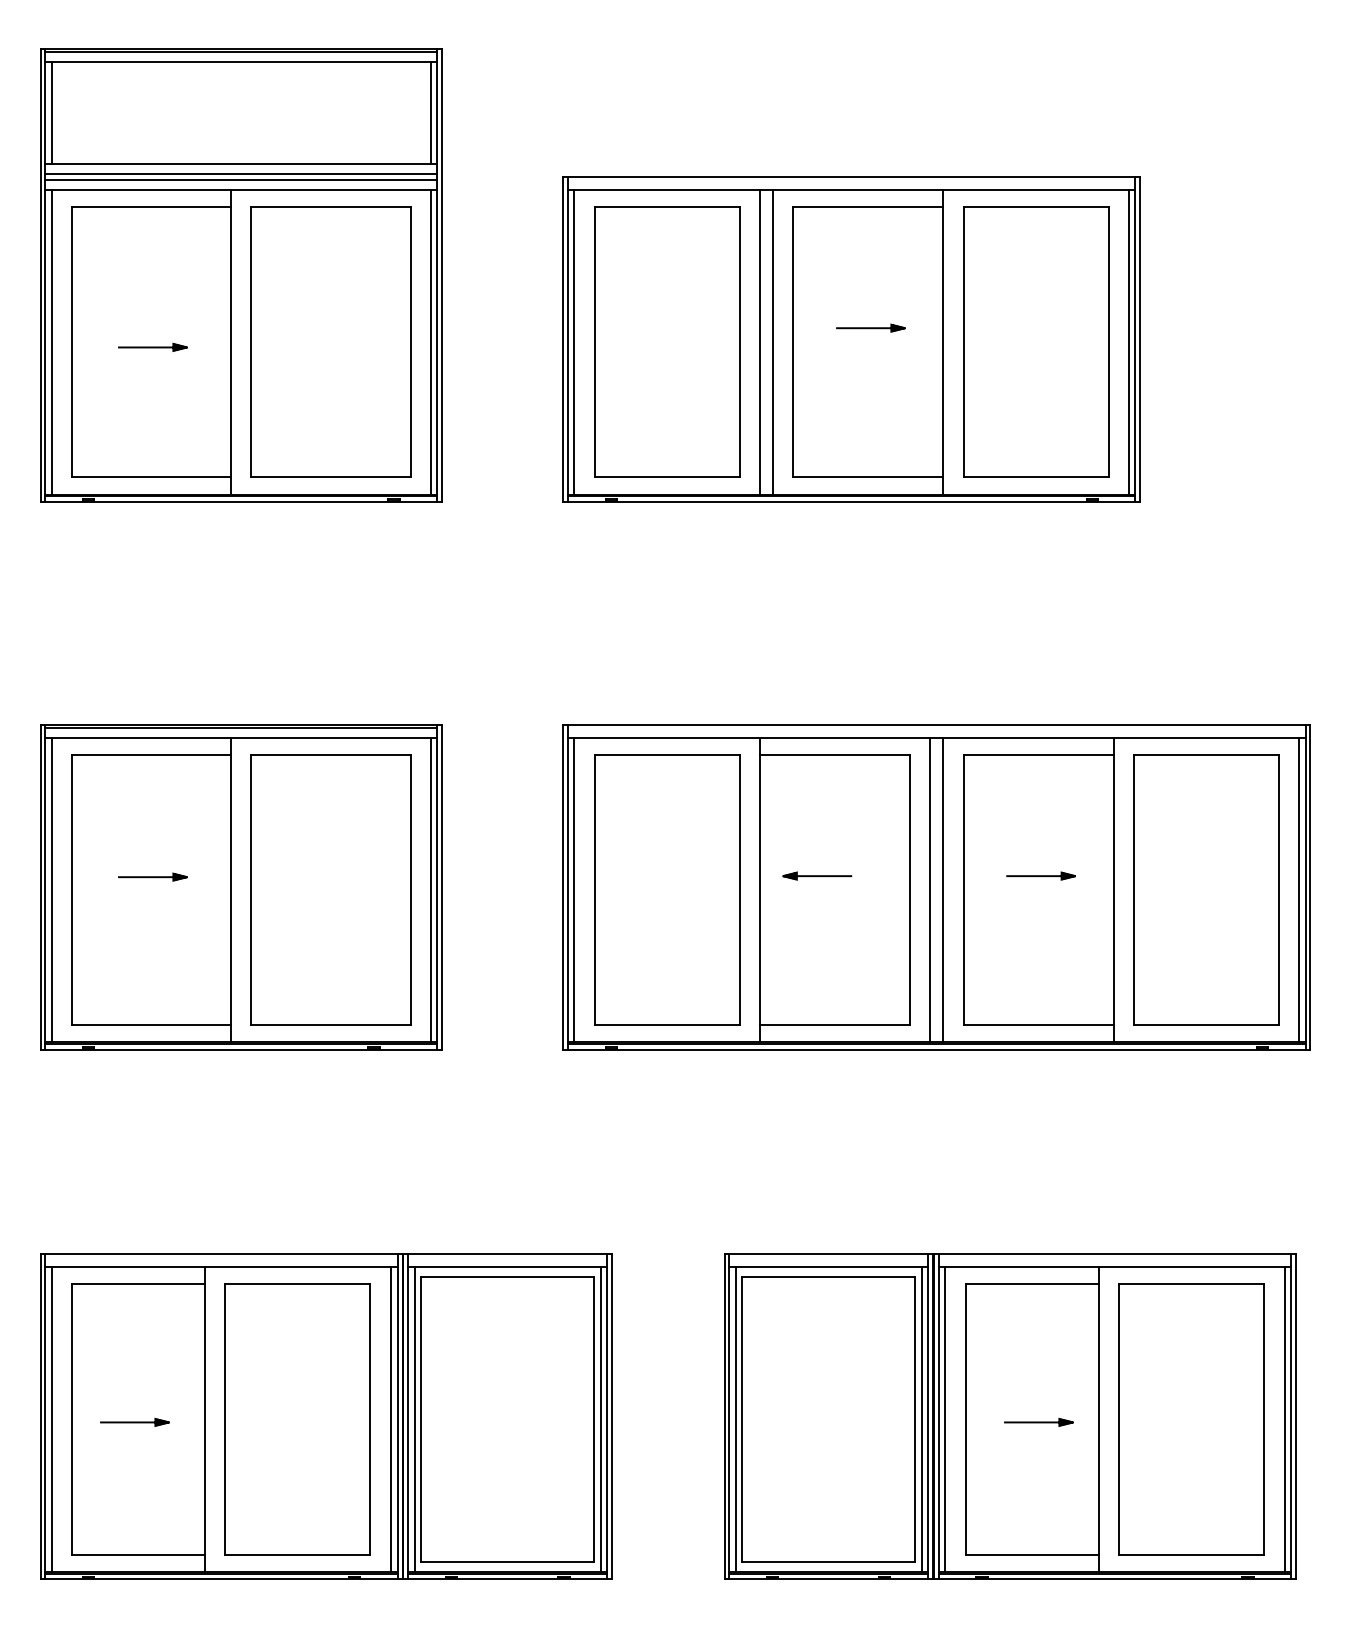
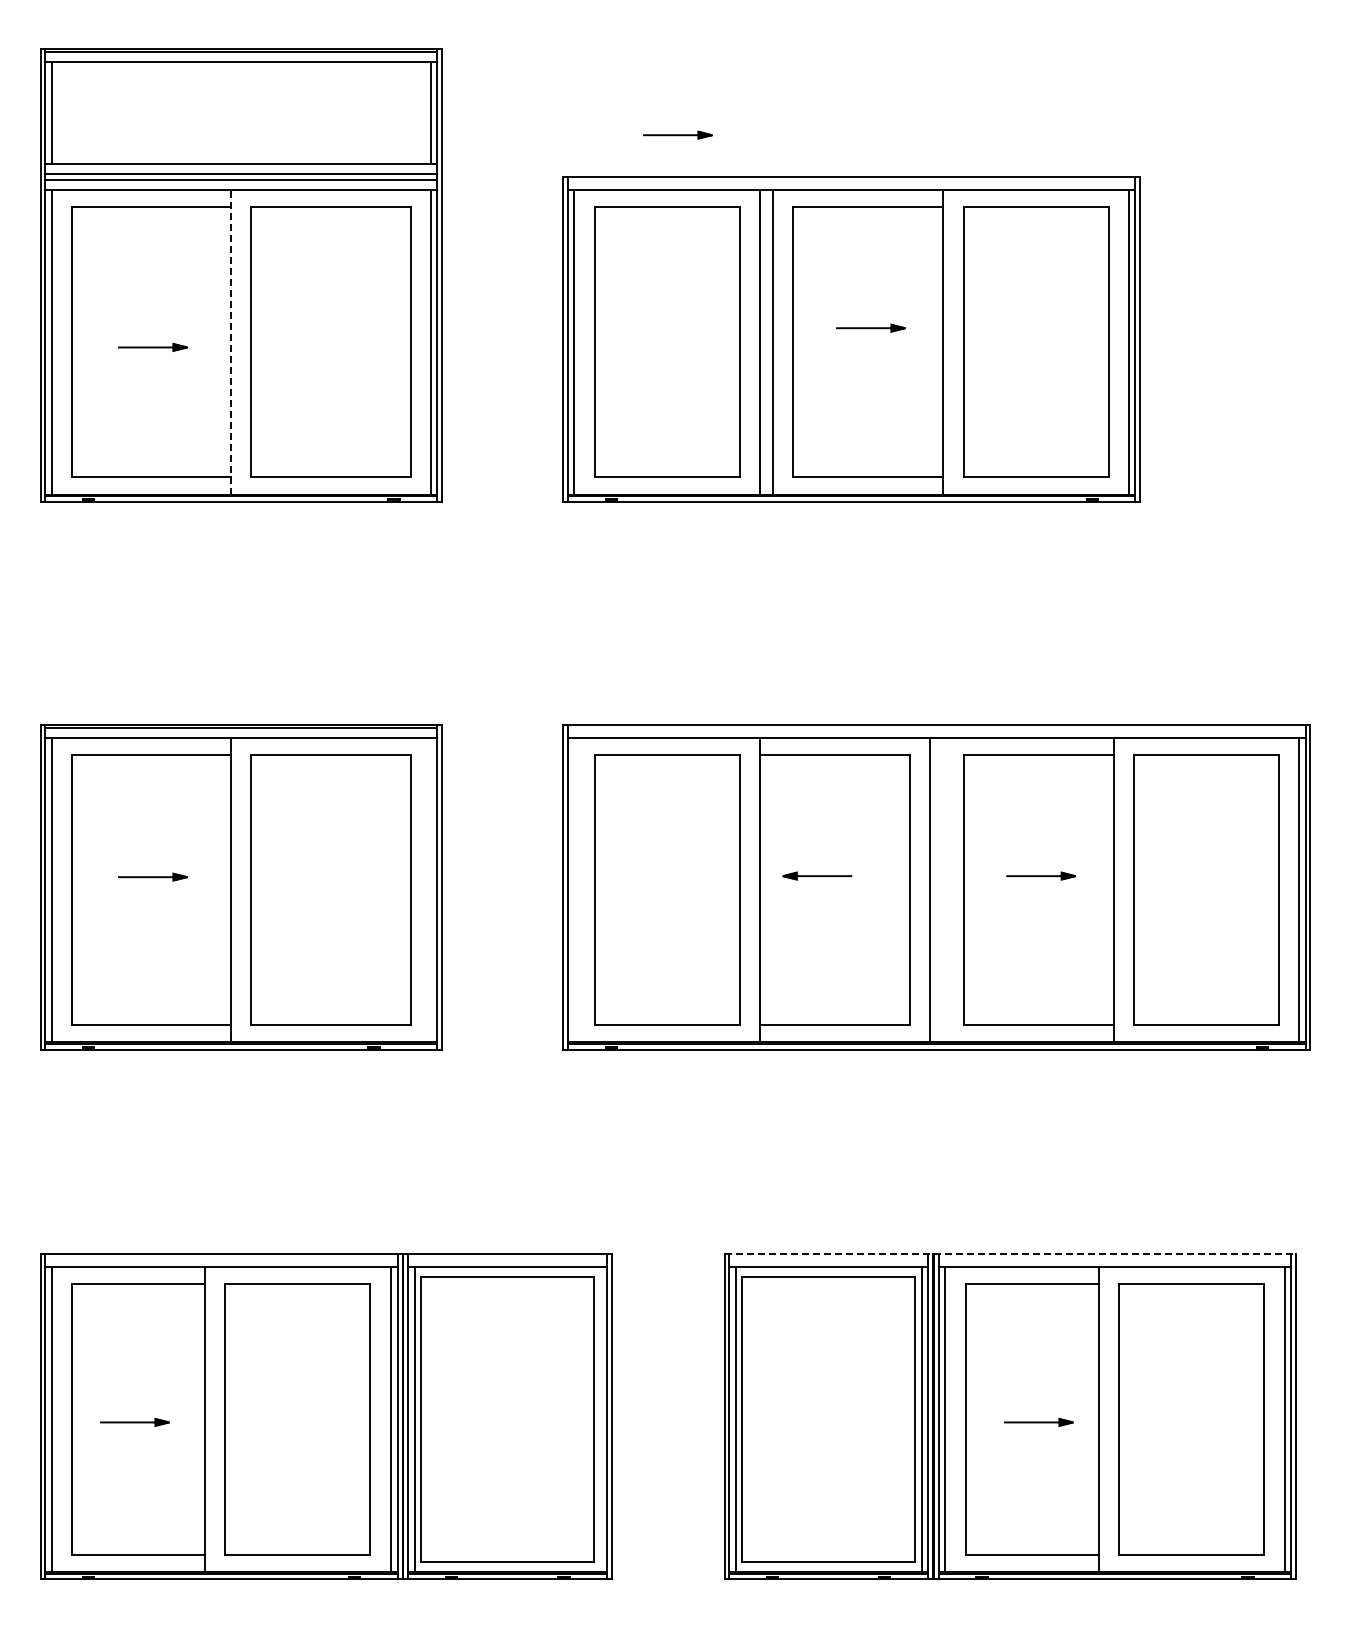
part at (677, 134): none -> present
line at (231, 341): solid -> dashed
line at (431, 889): present -> none
line at (574, 889): present -> none
line at (943, 889): present -> none
line at (1010, 1254): solid -> dashed
line at (600, 1419): present -> none
